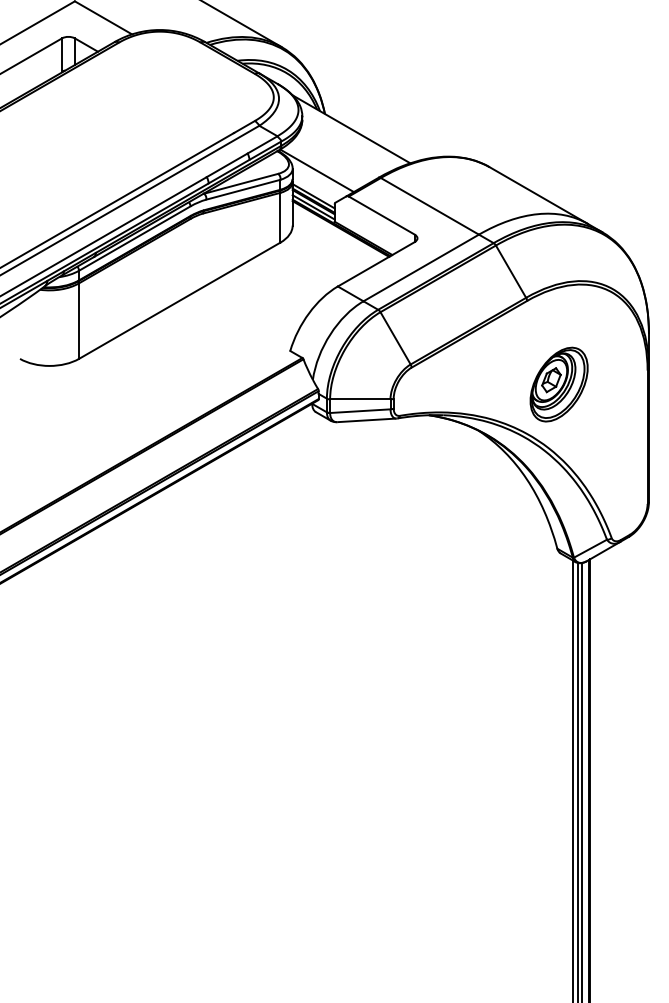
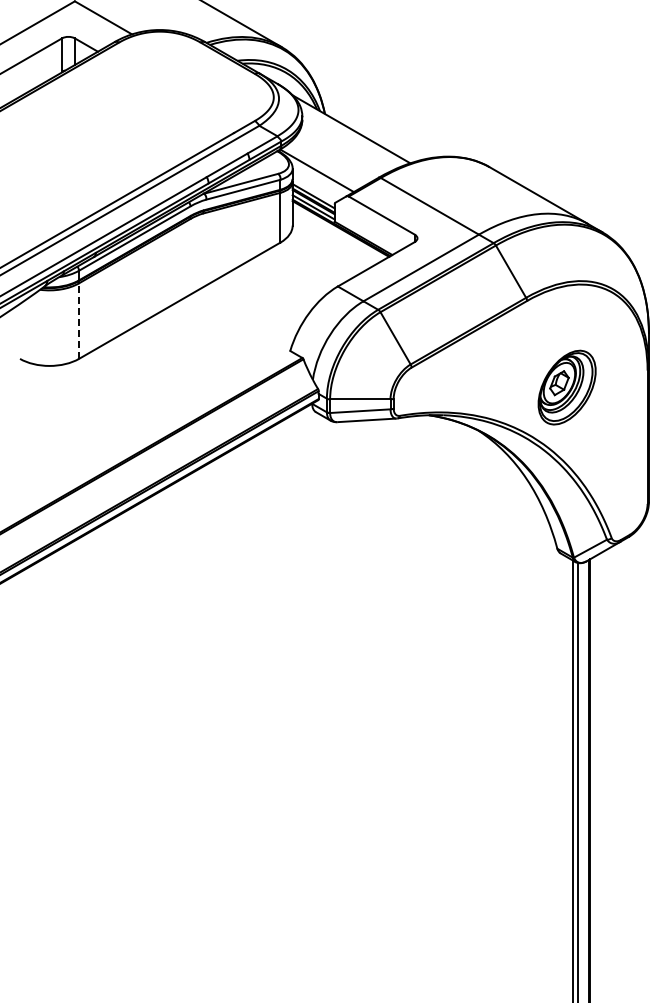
line at (79, 321): solid -> dashed
part at (558, 384) position: (558, 384) -> (566, 387)
line at (582, 781): present -> none
